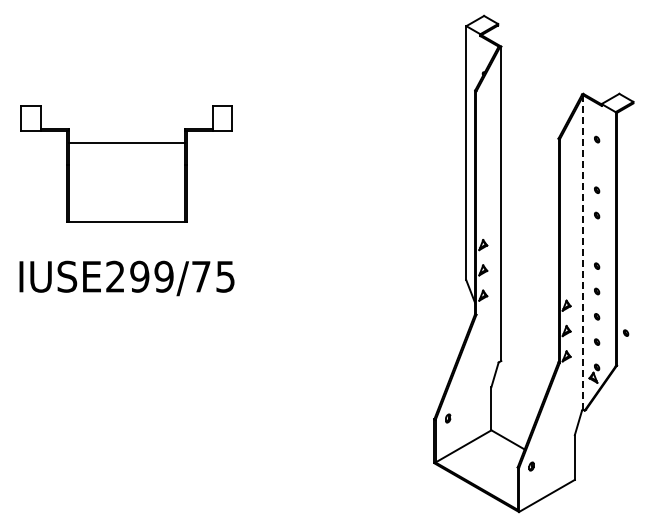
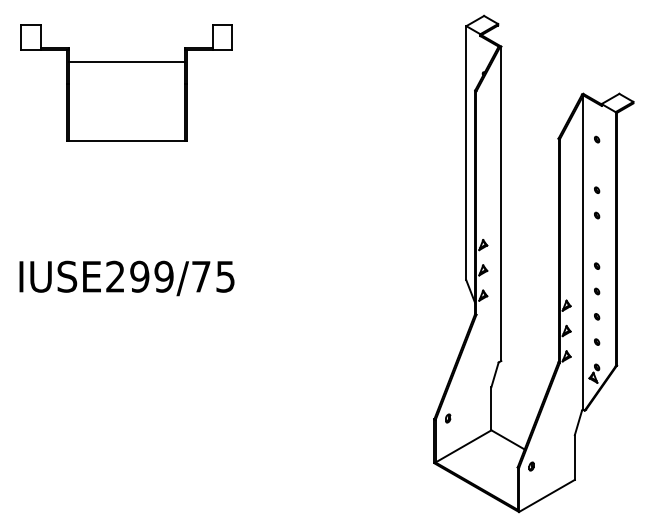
part at (126, 163) position: (126, 163) -> (126, 82)
line at (583, 253): dashed -> solid
part at (626, 332): present -> none
